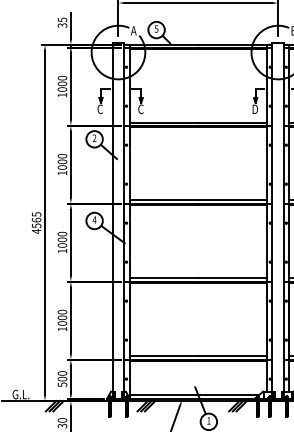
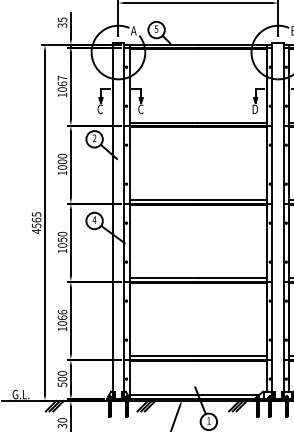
text at (62, 80): 1000 -> 1067
text at (62, 239): 1000 -> 1050
text at (61, 314): 1000 -> 1066
